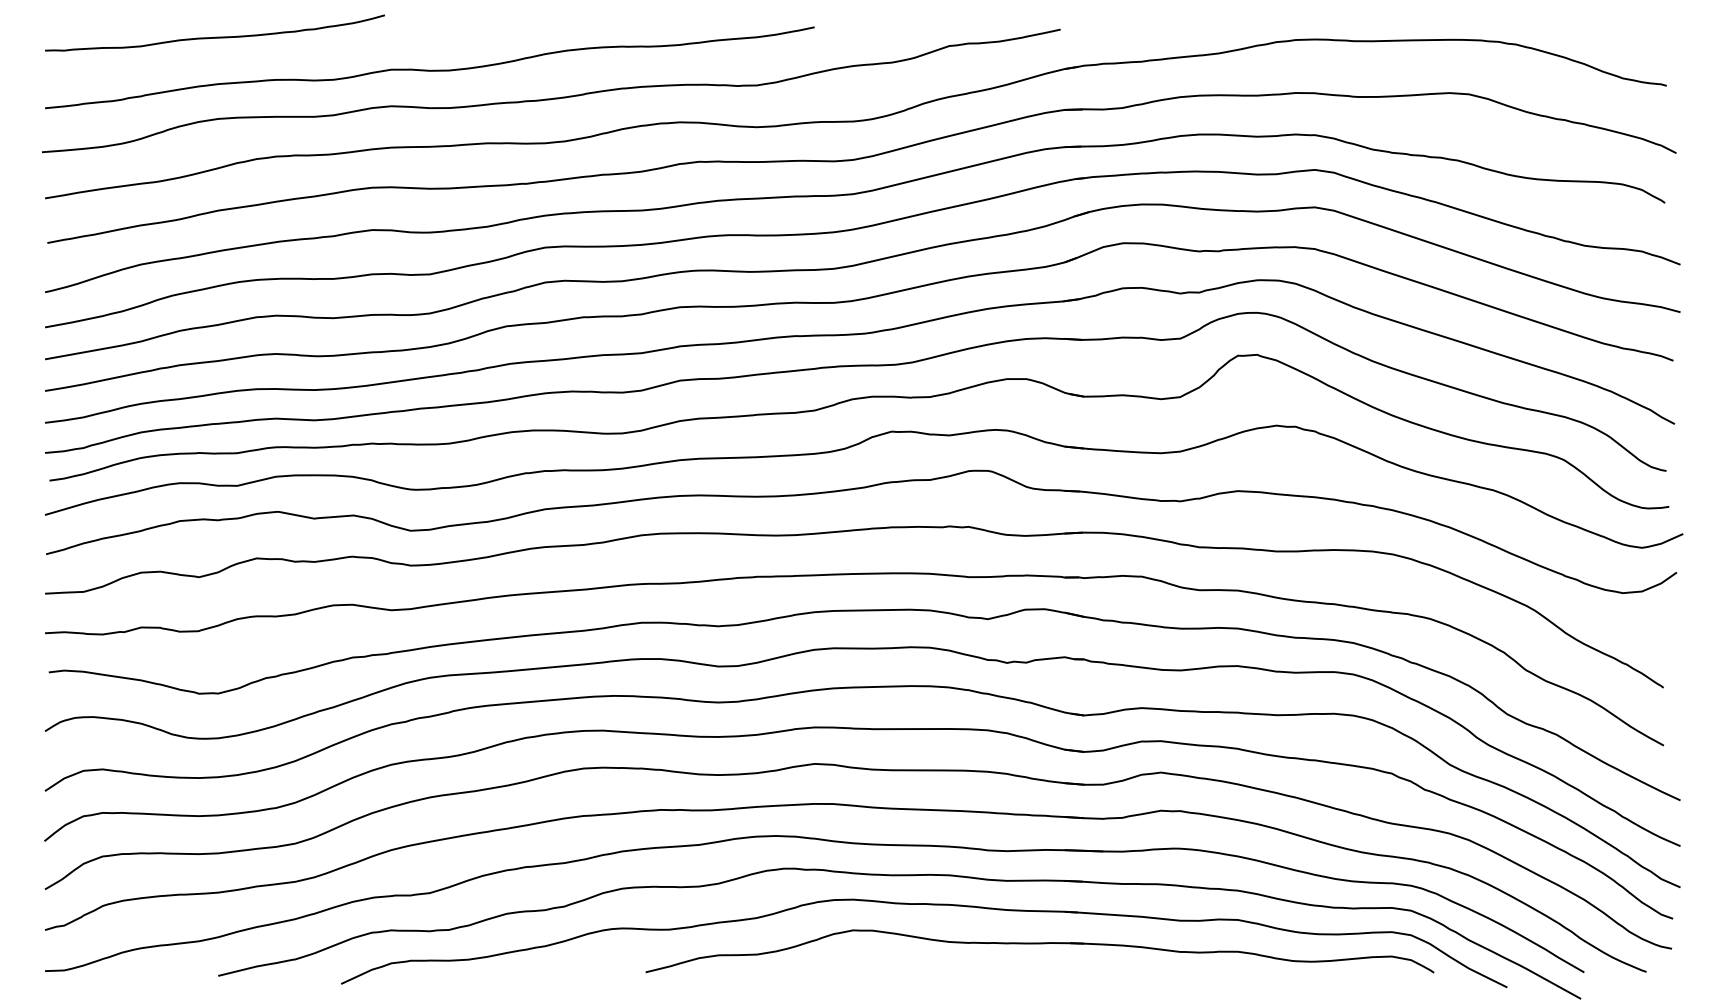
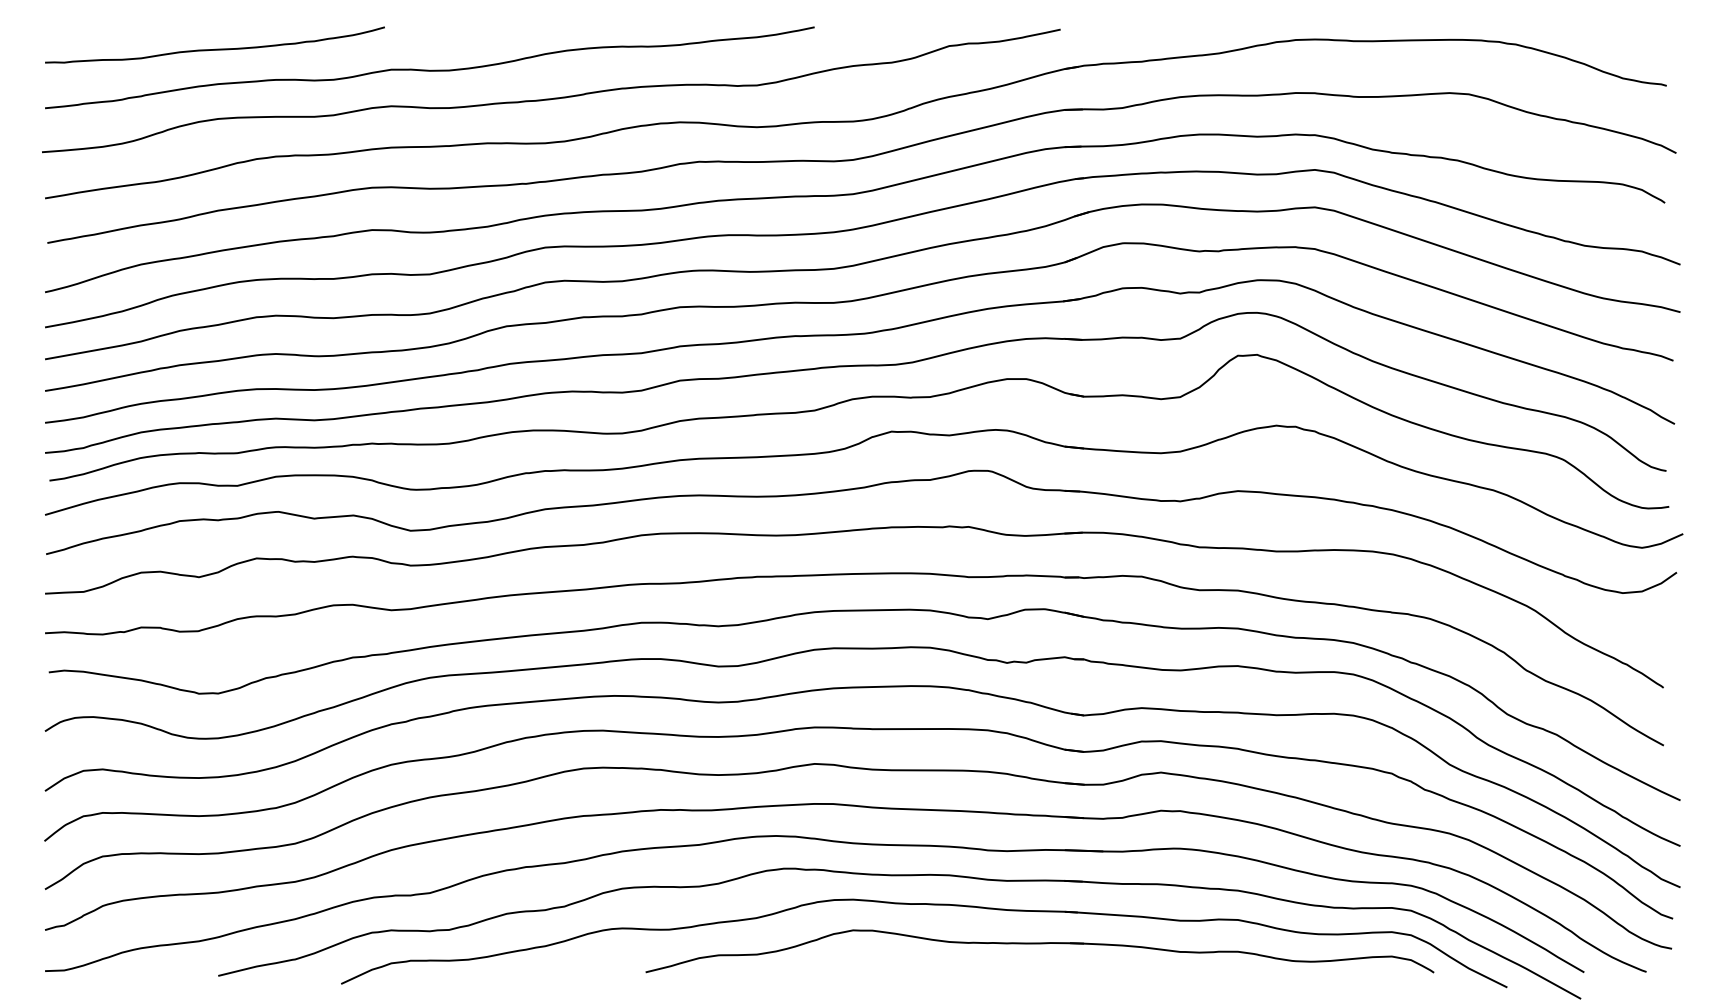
curve at (215, 36) position: (215, 36) -> (215, 48)
